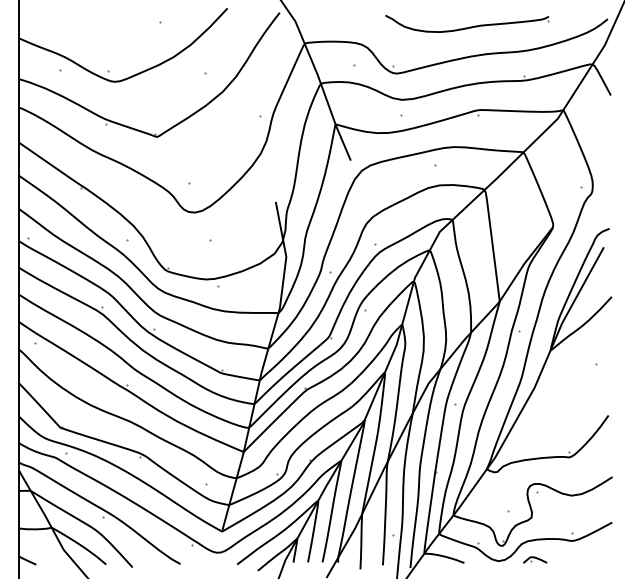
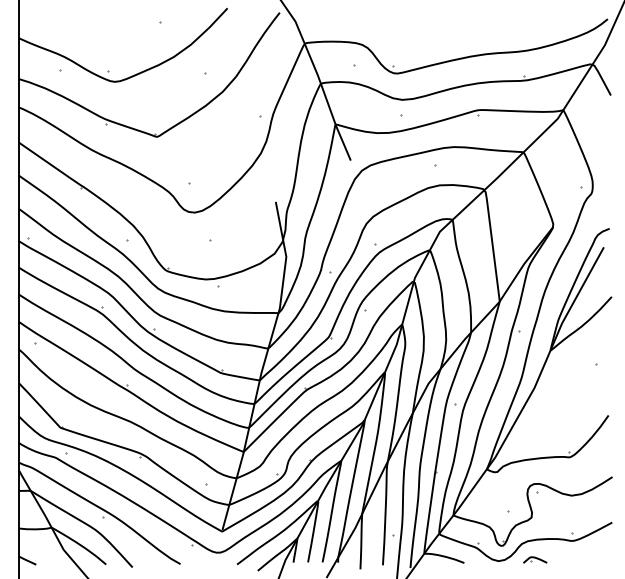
part at (467, 23): present -> none
